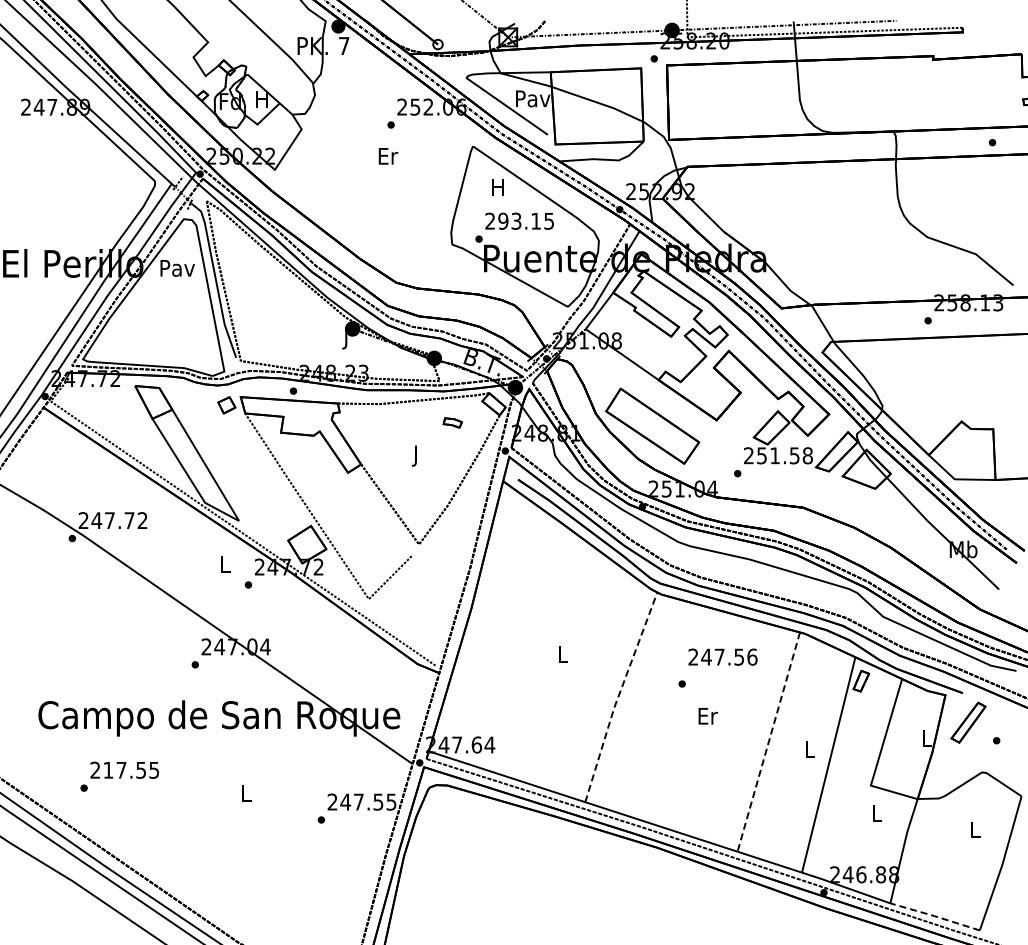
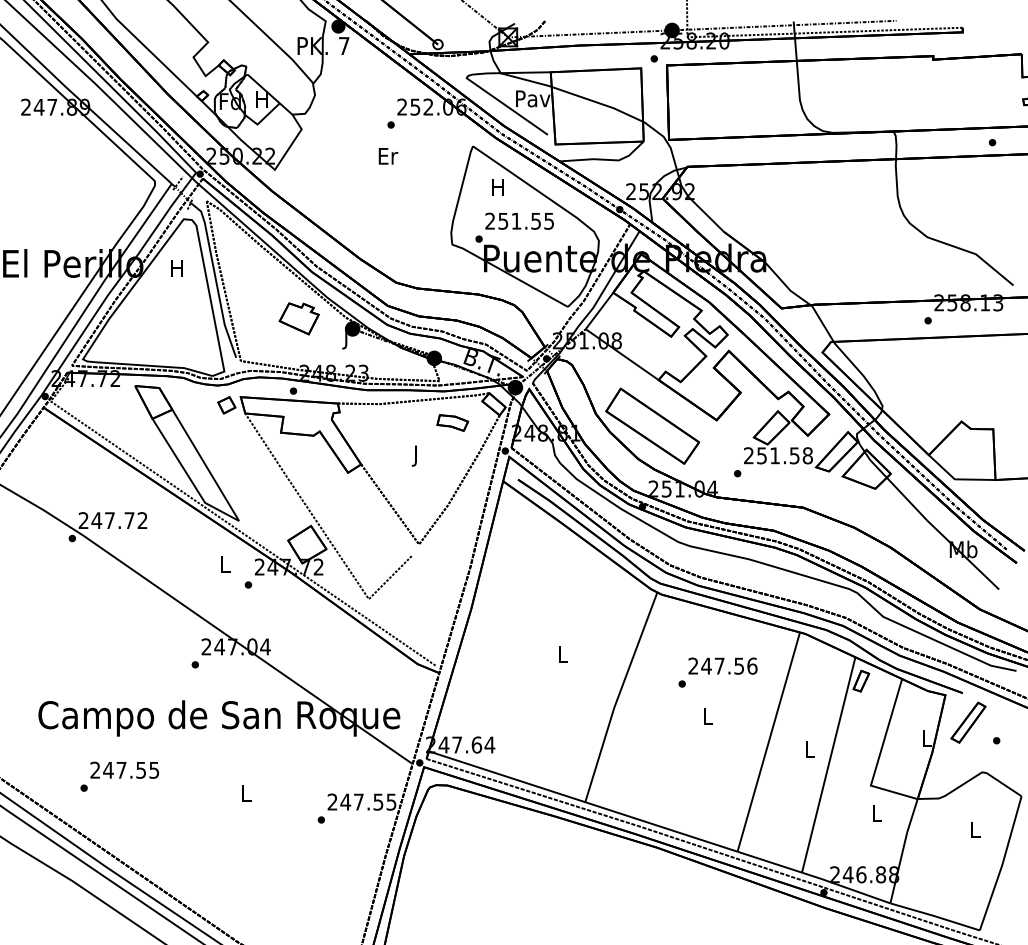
text at (519, 220): 293.15 -> 251.55
text at (177, 268): Pav -> H
part at (298, 318): none -> present
part at (452, 422) size: 22x12 px -> 34x18 px
text at (722, 656) position: (722, 656) -> (722, 665)
line at (618, 696): dashed -> solid
text at (707, 716): Er -> L
line at (768, 742): dashed -> solid
text at (108, 770): 217.55 -> 247.55
line at (934, 916): dashed -> solid
